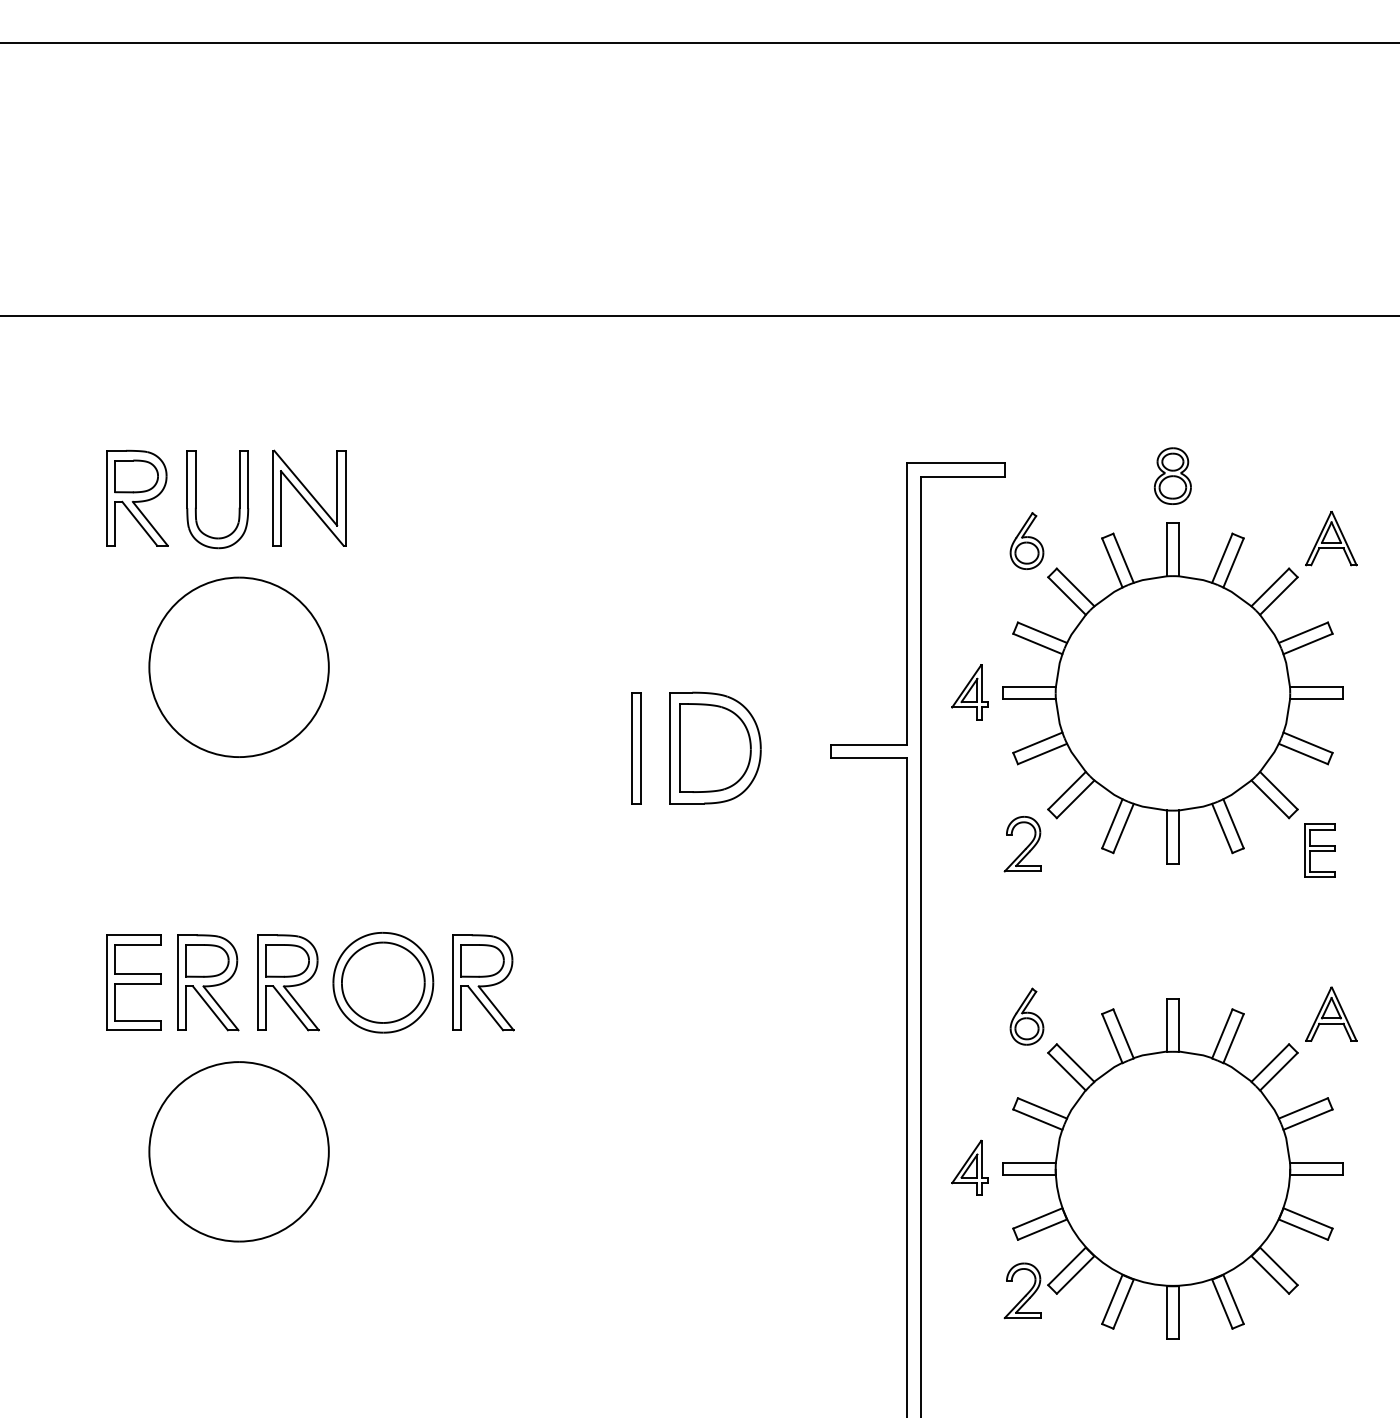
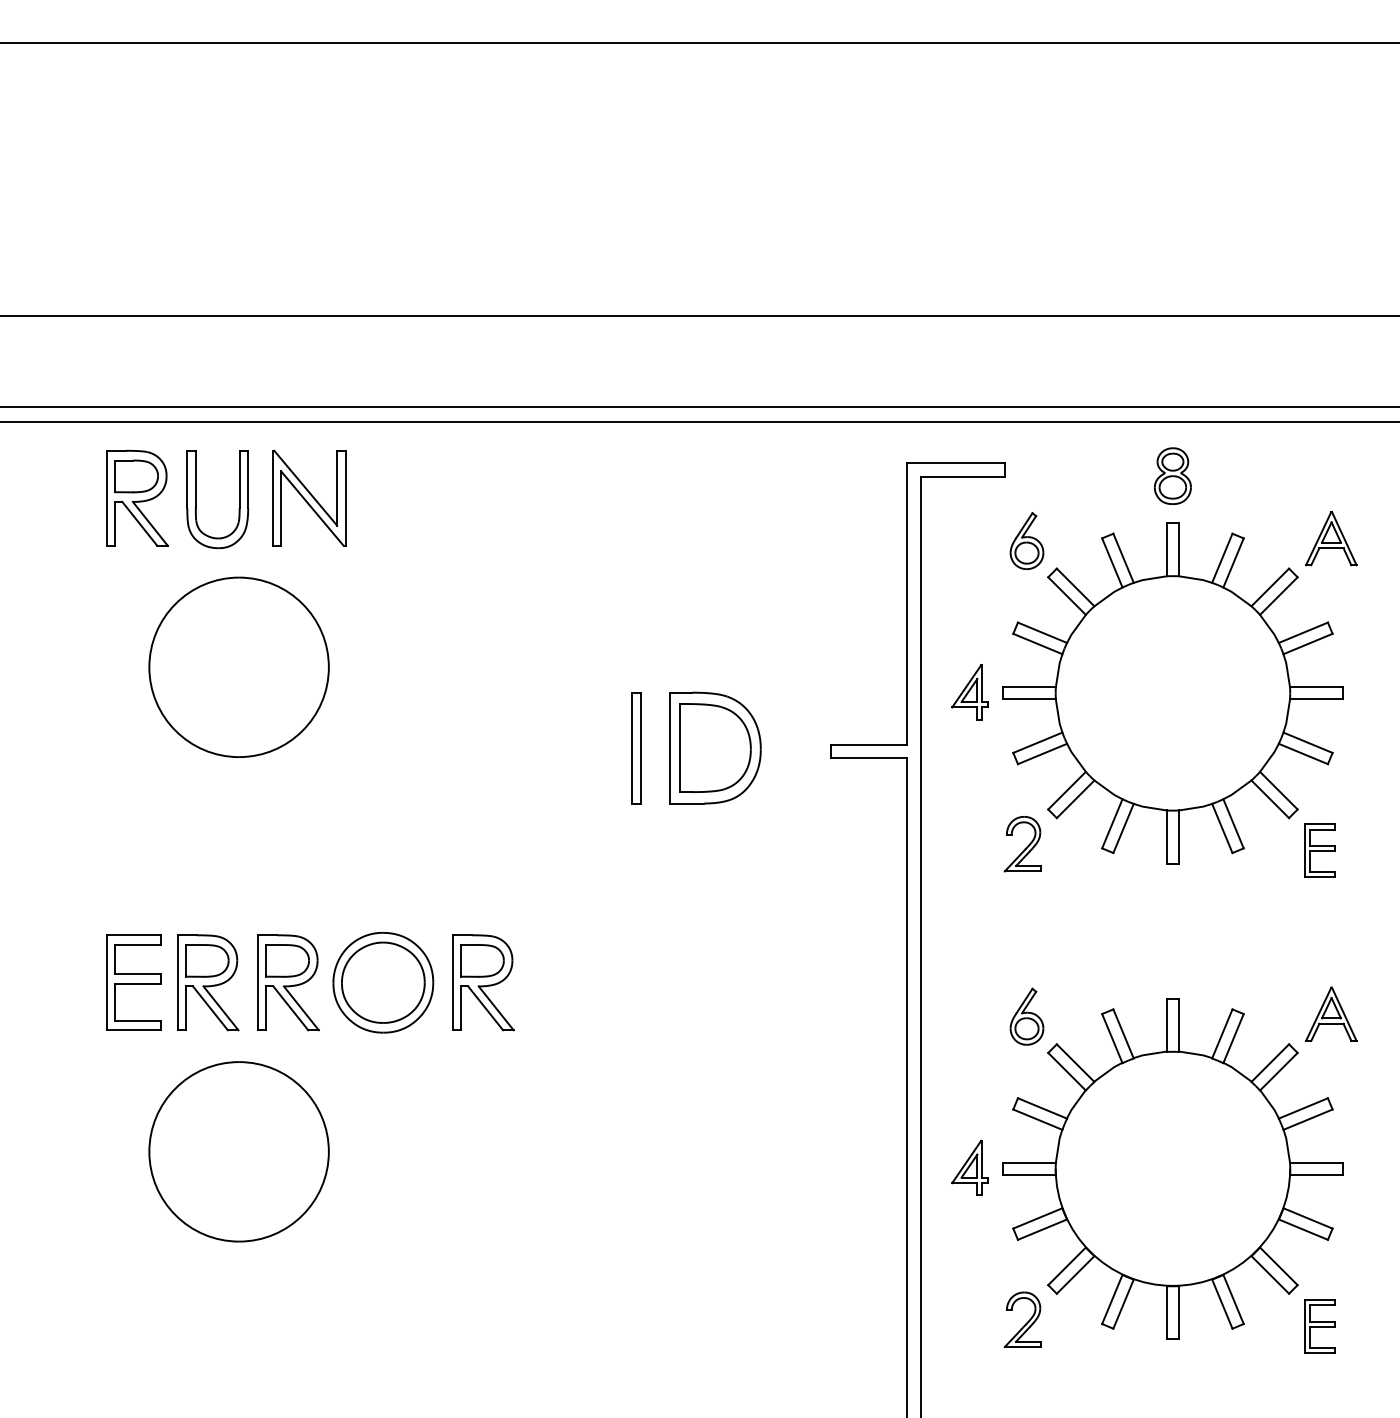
line at (699, 407): none -> present
line at (699, 422): none -> present
part at (1022, 1290) position: (1022, 1290) -> (1022, 1319)
part at (1319, 1326): none -> present
